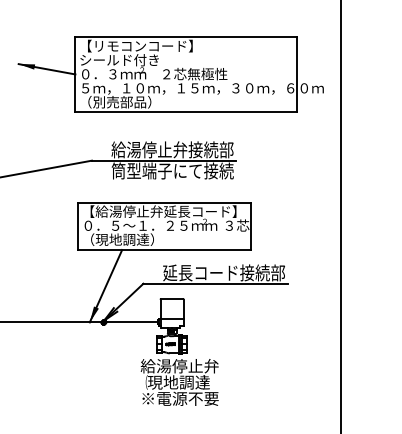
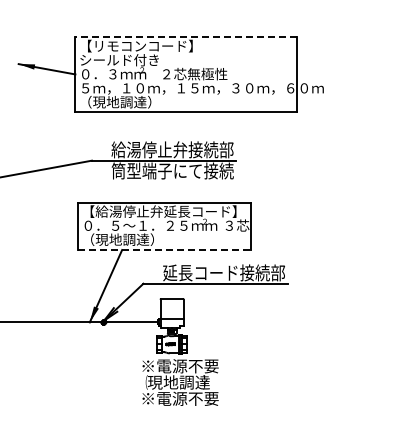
line at (186, 37): solid -> dashed
text at (119, 102): （別売部品） -> （現地調達）
line at (340, 216): present -> none
line at (164, 250): solid -> dashed
text at (179, 366): 給湯停止弁 -> ※電源不要
